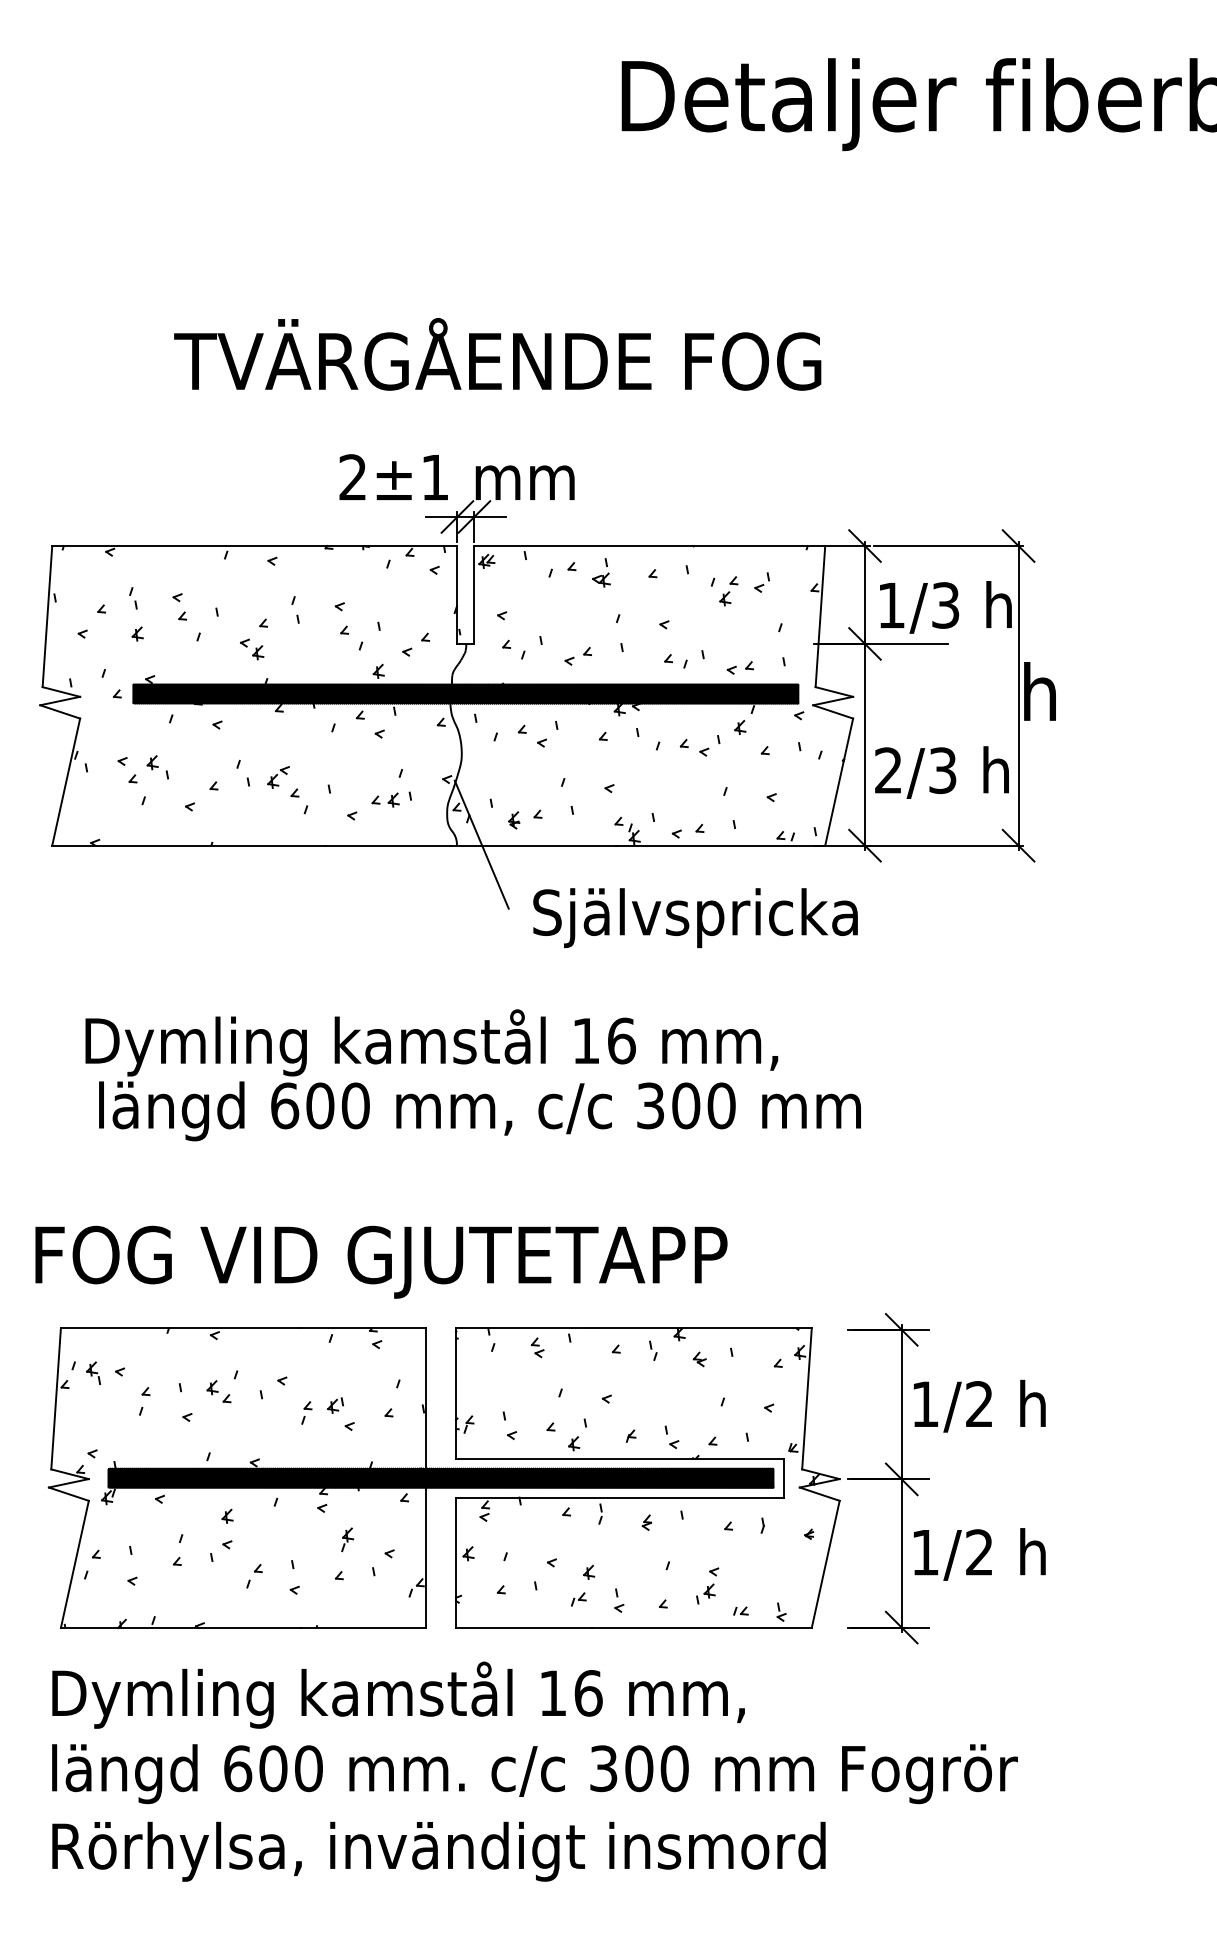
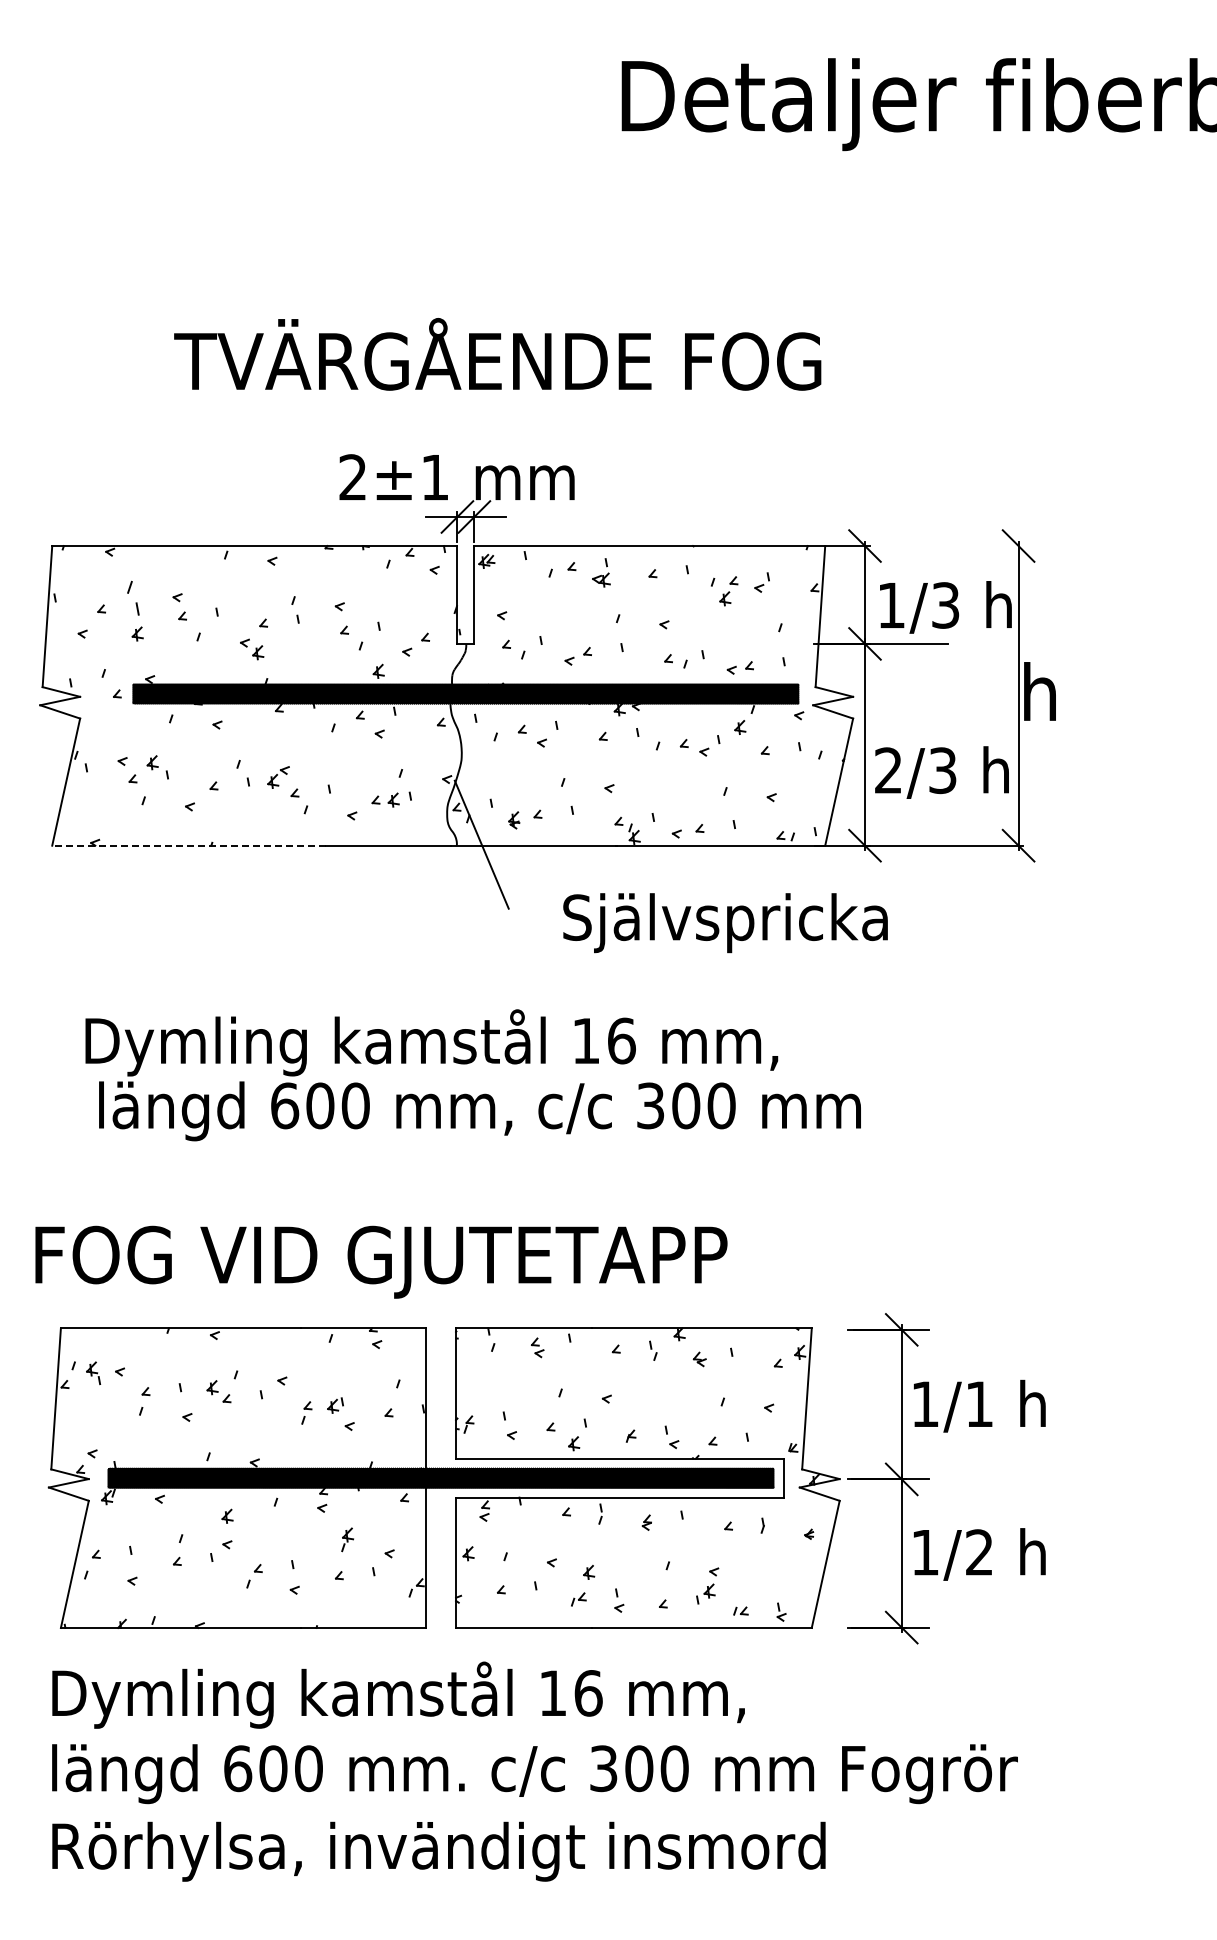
line at (948, 546): present -> none
part at (133, 598) size: 9x23 px -> 13x36 px
line at (189, 845): solid -> dashed
text at (695, 918) position: (695, 918) -> (725, 923)
text at (979, 1403): 1/2 -> 1/1
